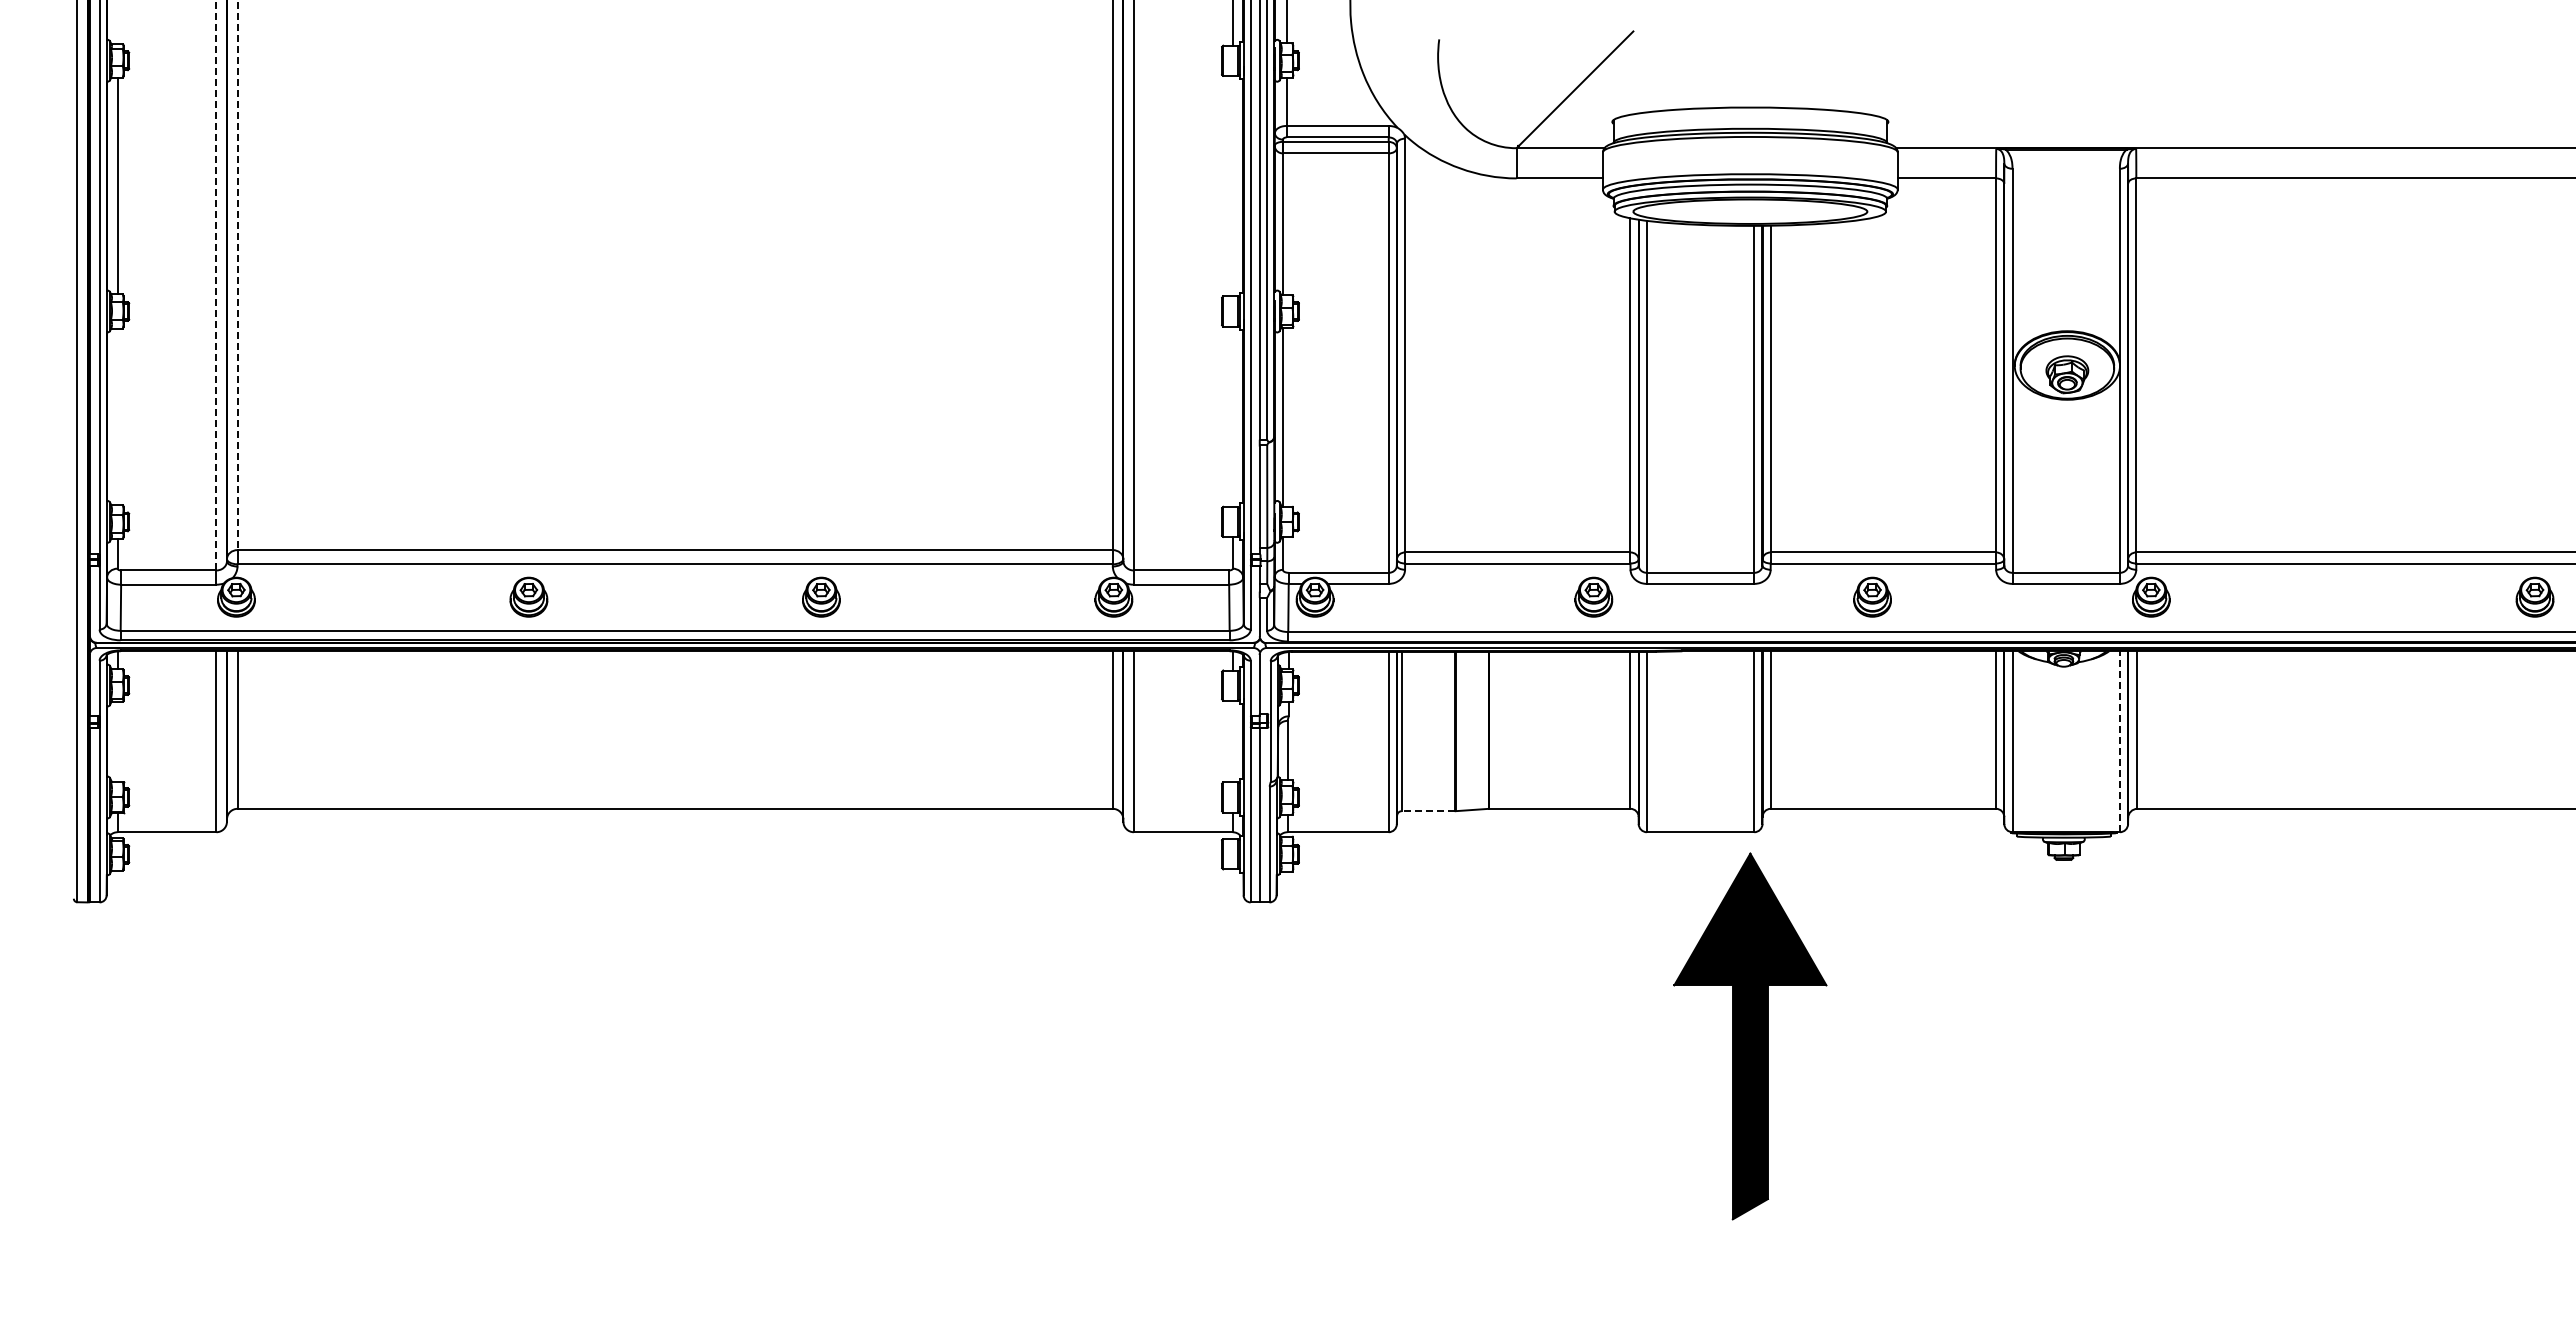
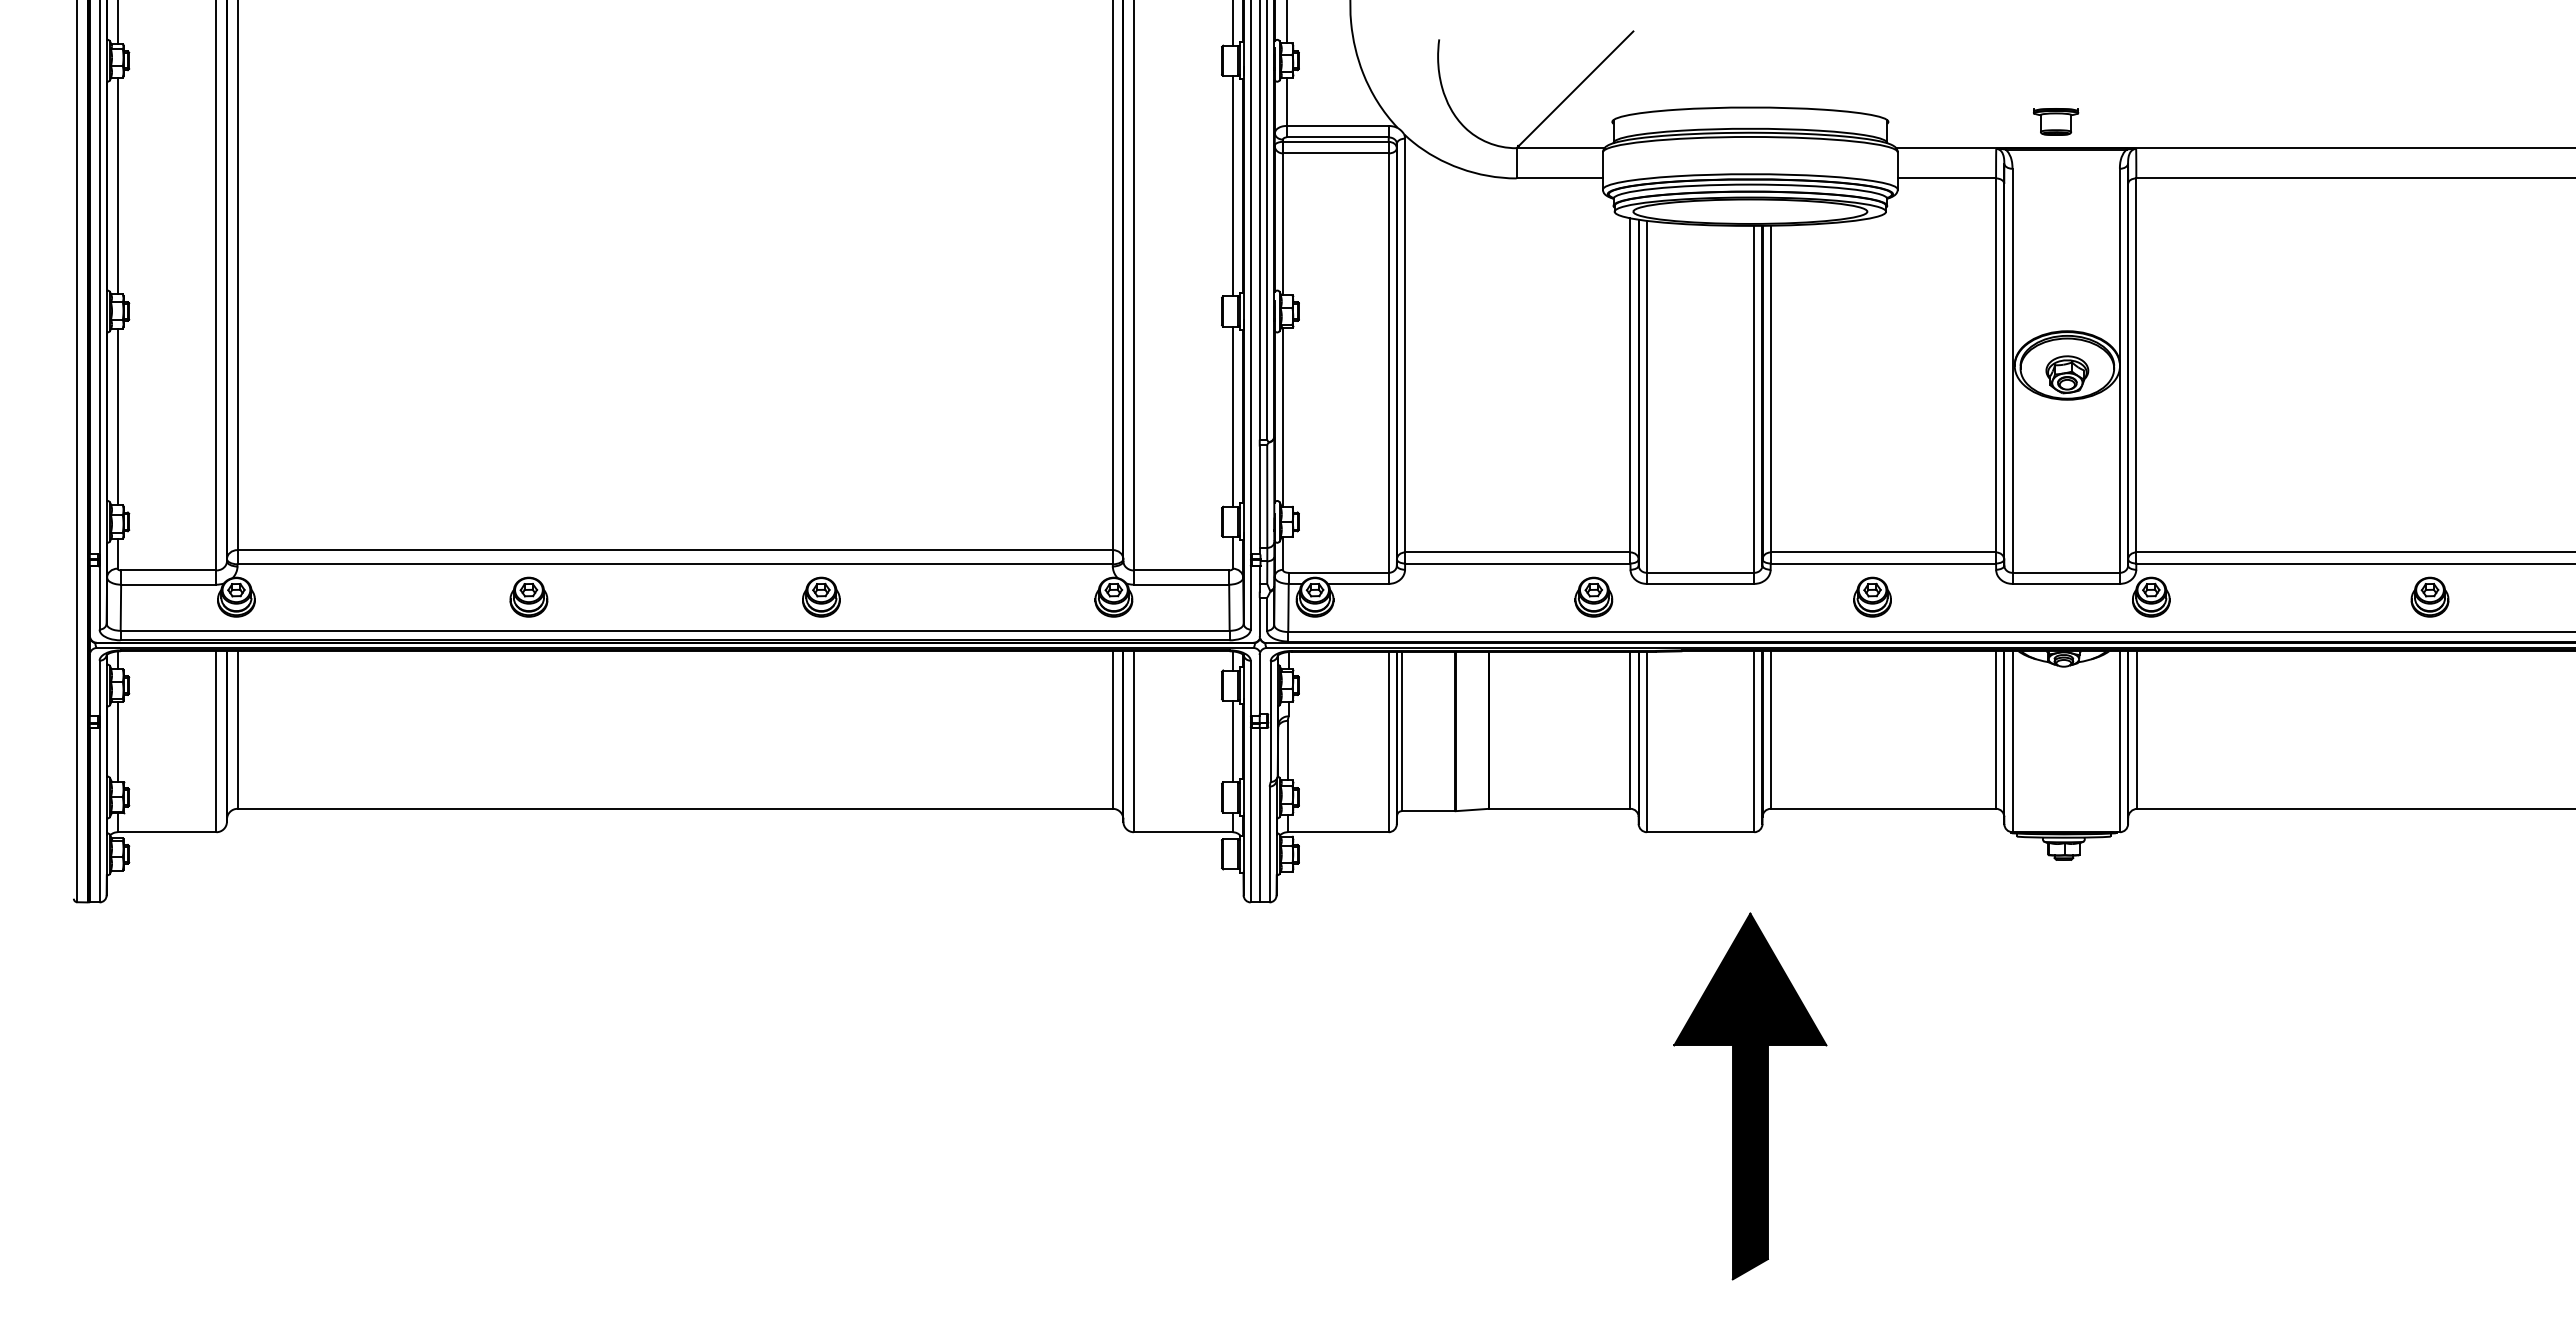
line at (117, 22): none -> present
part at (2056, 121): none -> present
line at (1232, 185): none -> present
line at (237, 275): dashed -> solid
line at (216, 285): dashed -> solid
line at (117, 416): none -> present
line at (1232, 416): none -> present
part at (2534, 596) position: (2534, 596) -> (2429, 596)
line at (1232, 741): none -> present
line at (2119, 741): dashed -> solid
line at (117, 742): none -> present
line at (1428, 811): dashed -> solid
part at (1750, 1036) position: (1750, 1036) -> (1750, 1096)
